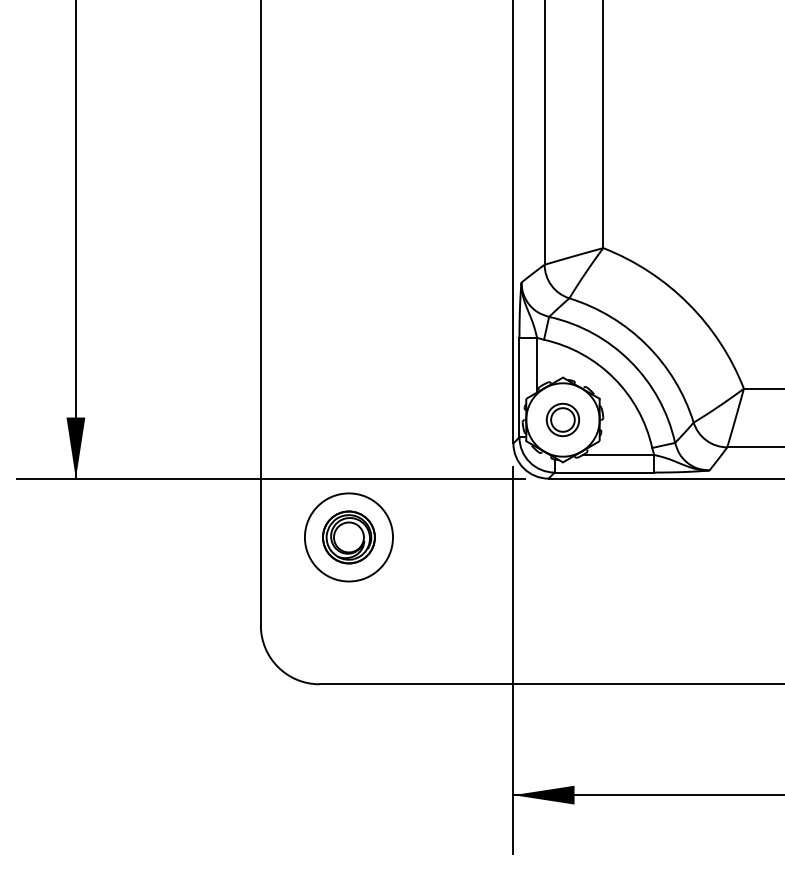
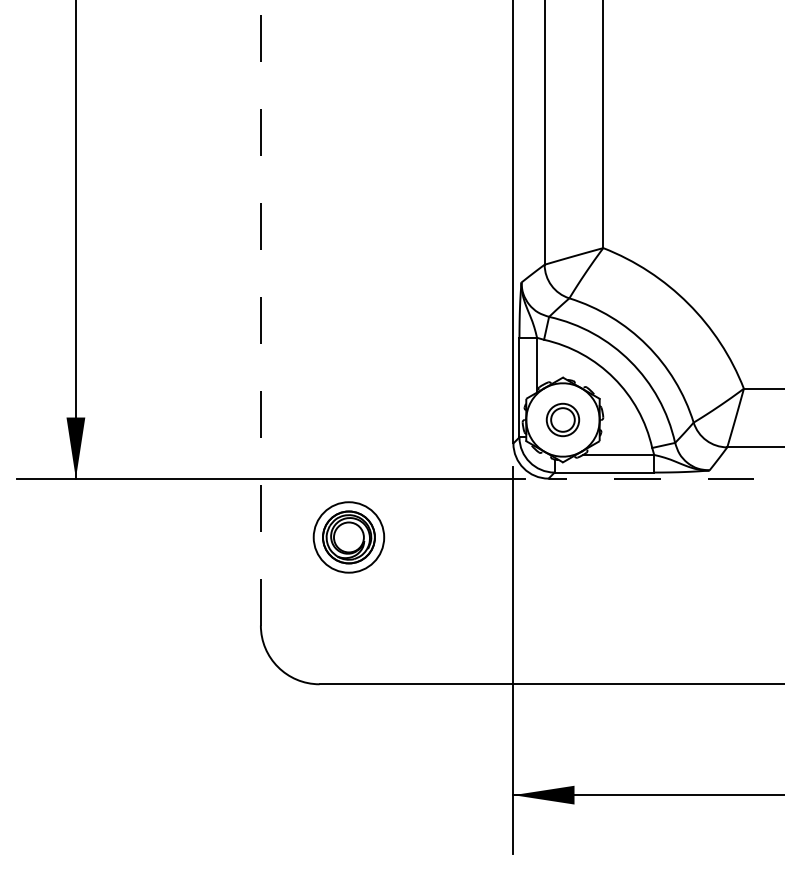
line at (260, 313): solid -> dashed
line at (666, 478): solid -> dashed
circle at (348, 537) diameter: 88 px -> 70 px
